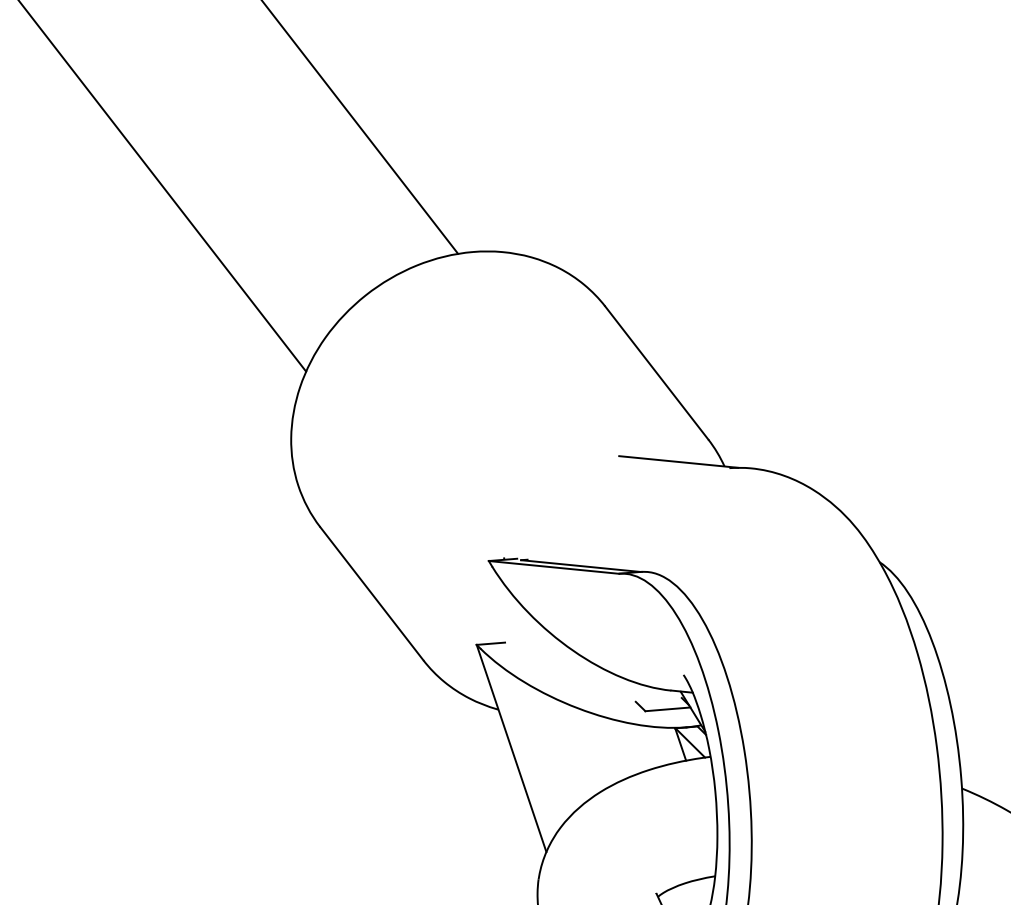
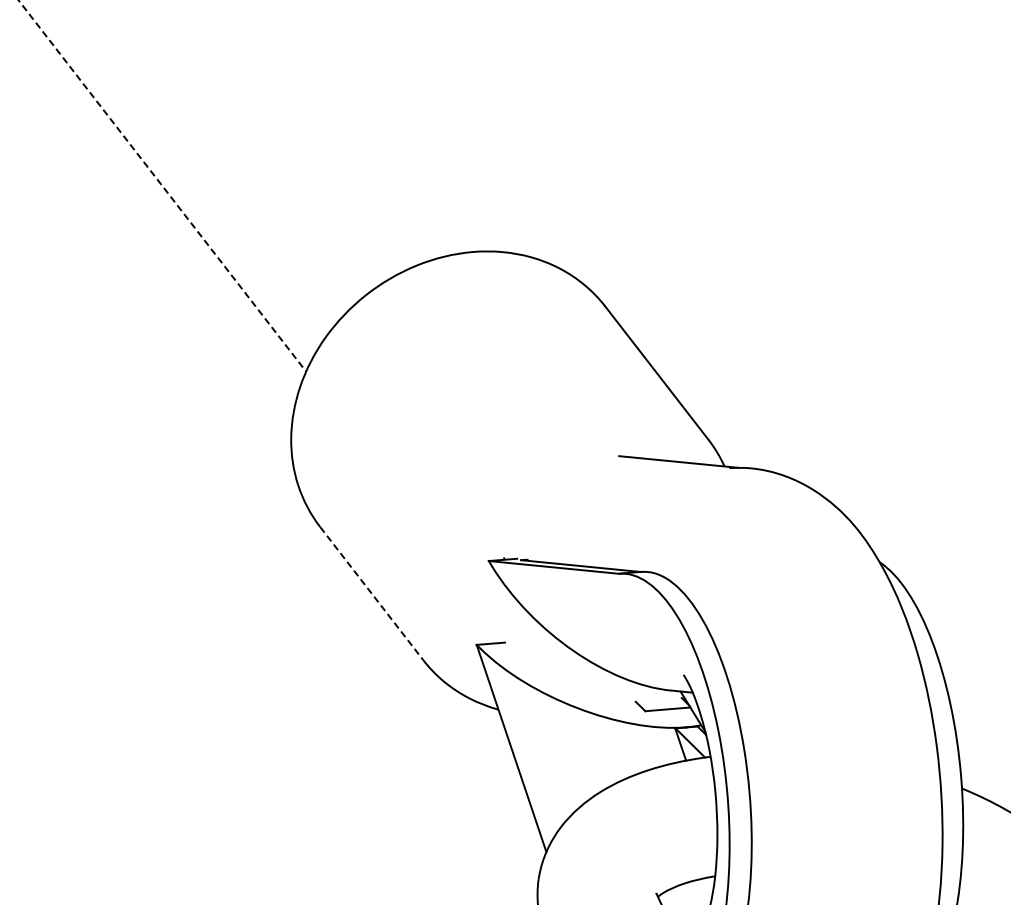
line at (360, 127): present -> none
line at (162, 185): solid -> dashed
line at (372, 594): solid -> dashed
